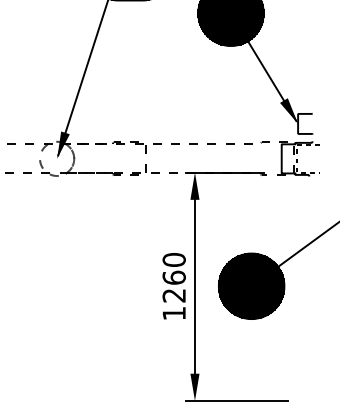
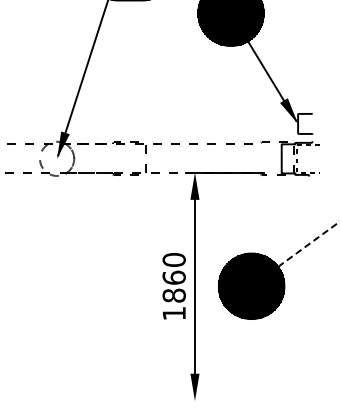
line at (308, 244): solid -> dashed
text at (173, 295): 1260 -> 1860
line at (236, 401): present -> none
